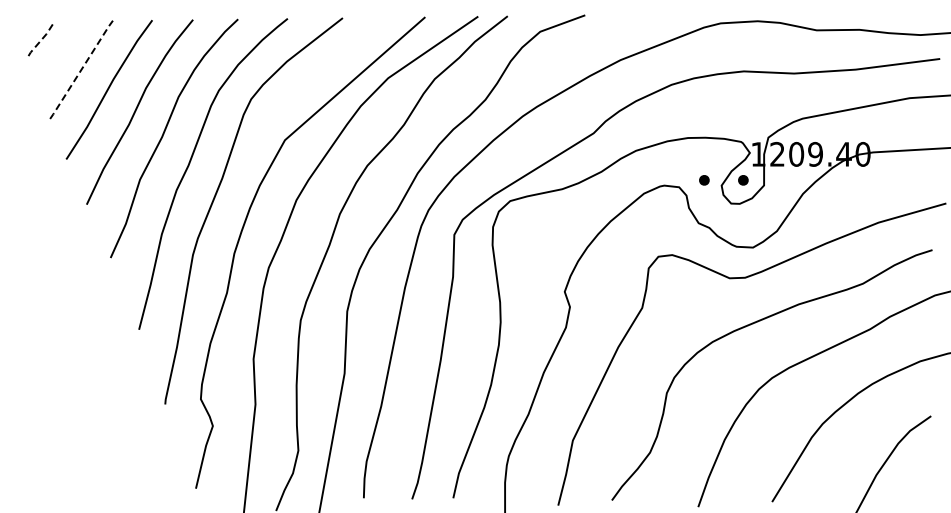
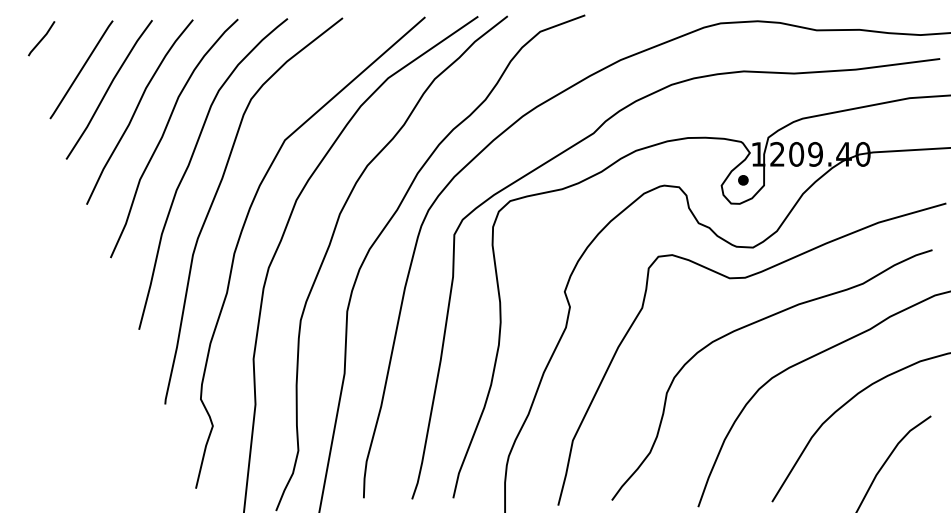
line at (42, 39): dashed -> solid
line at (81, 69): dashed -> solid
part at (704, 180): present -> none
